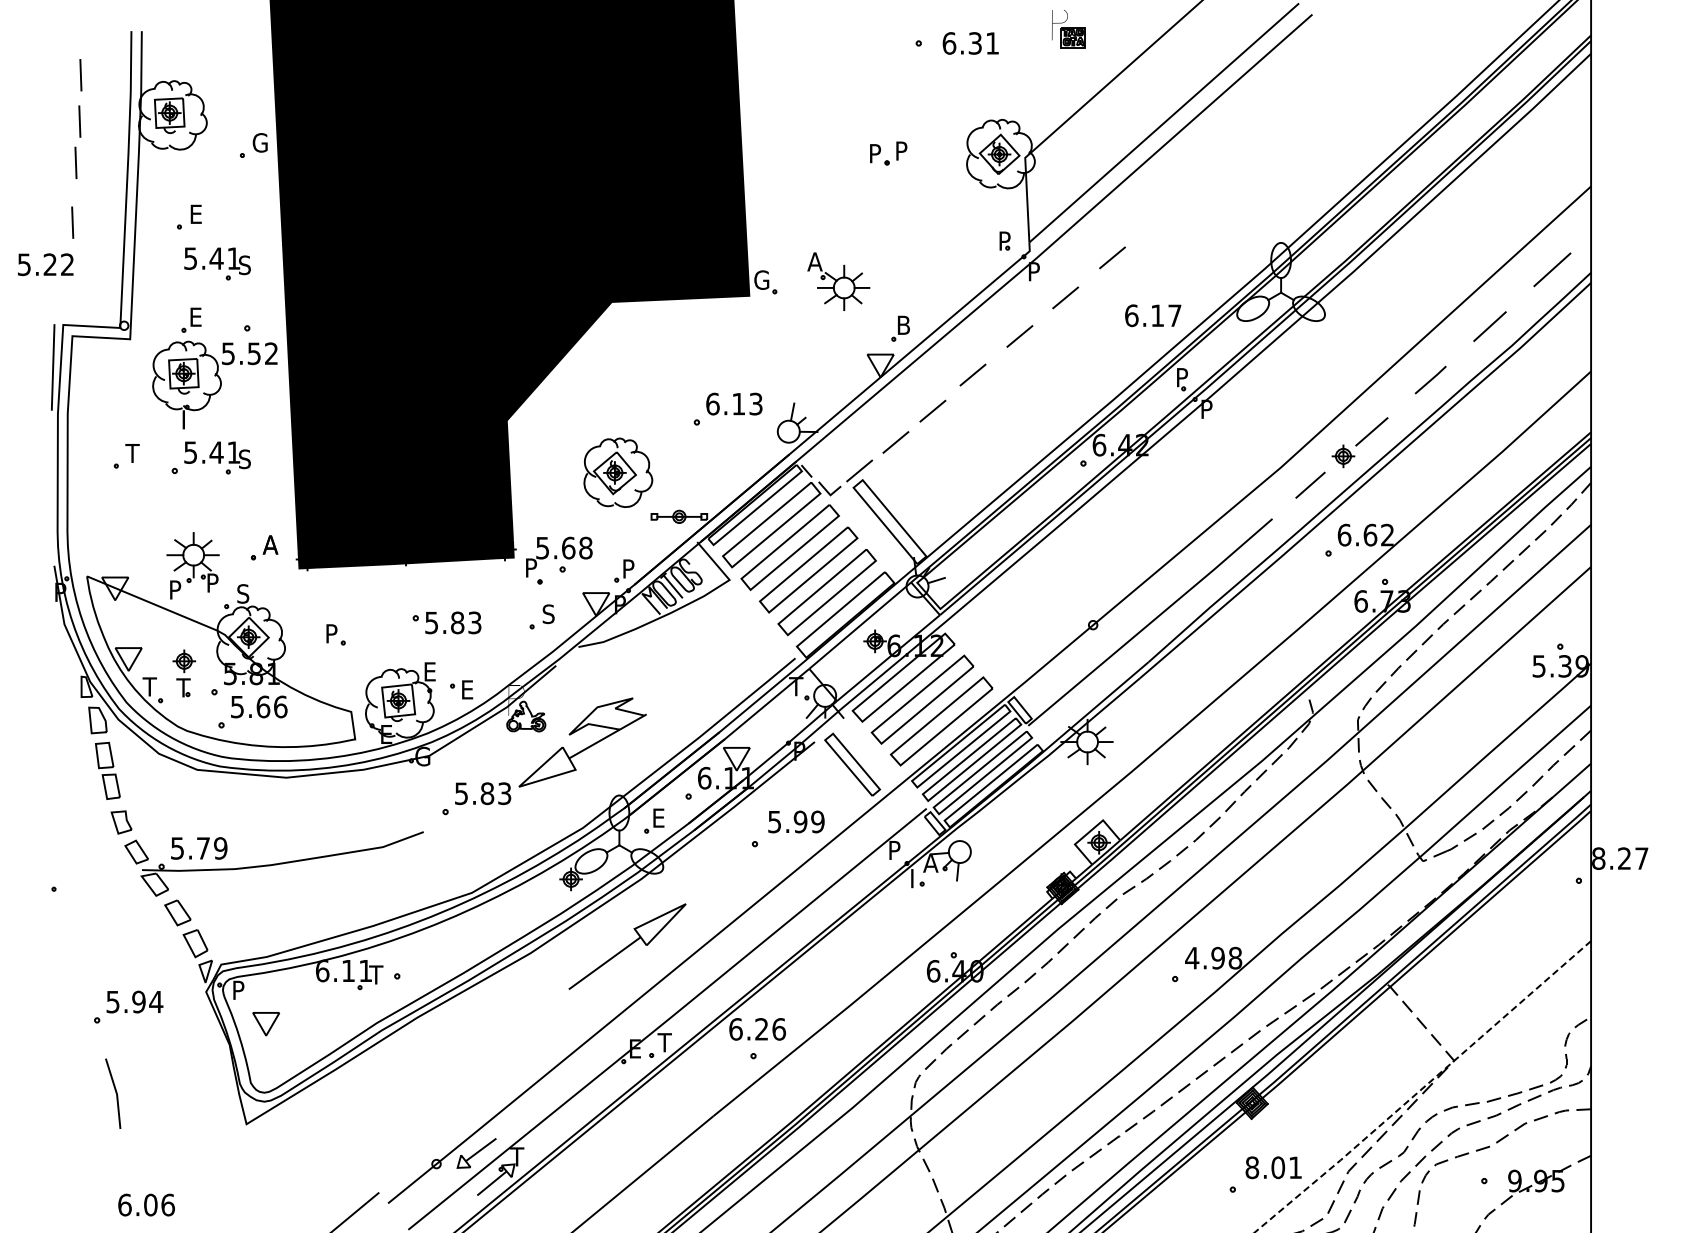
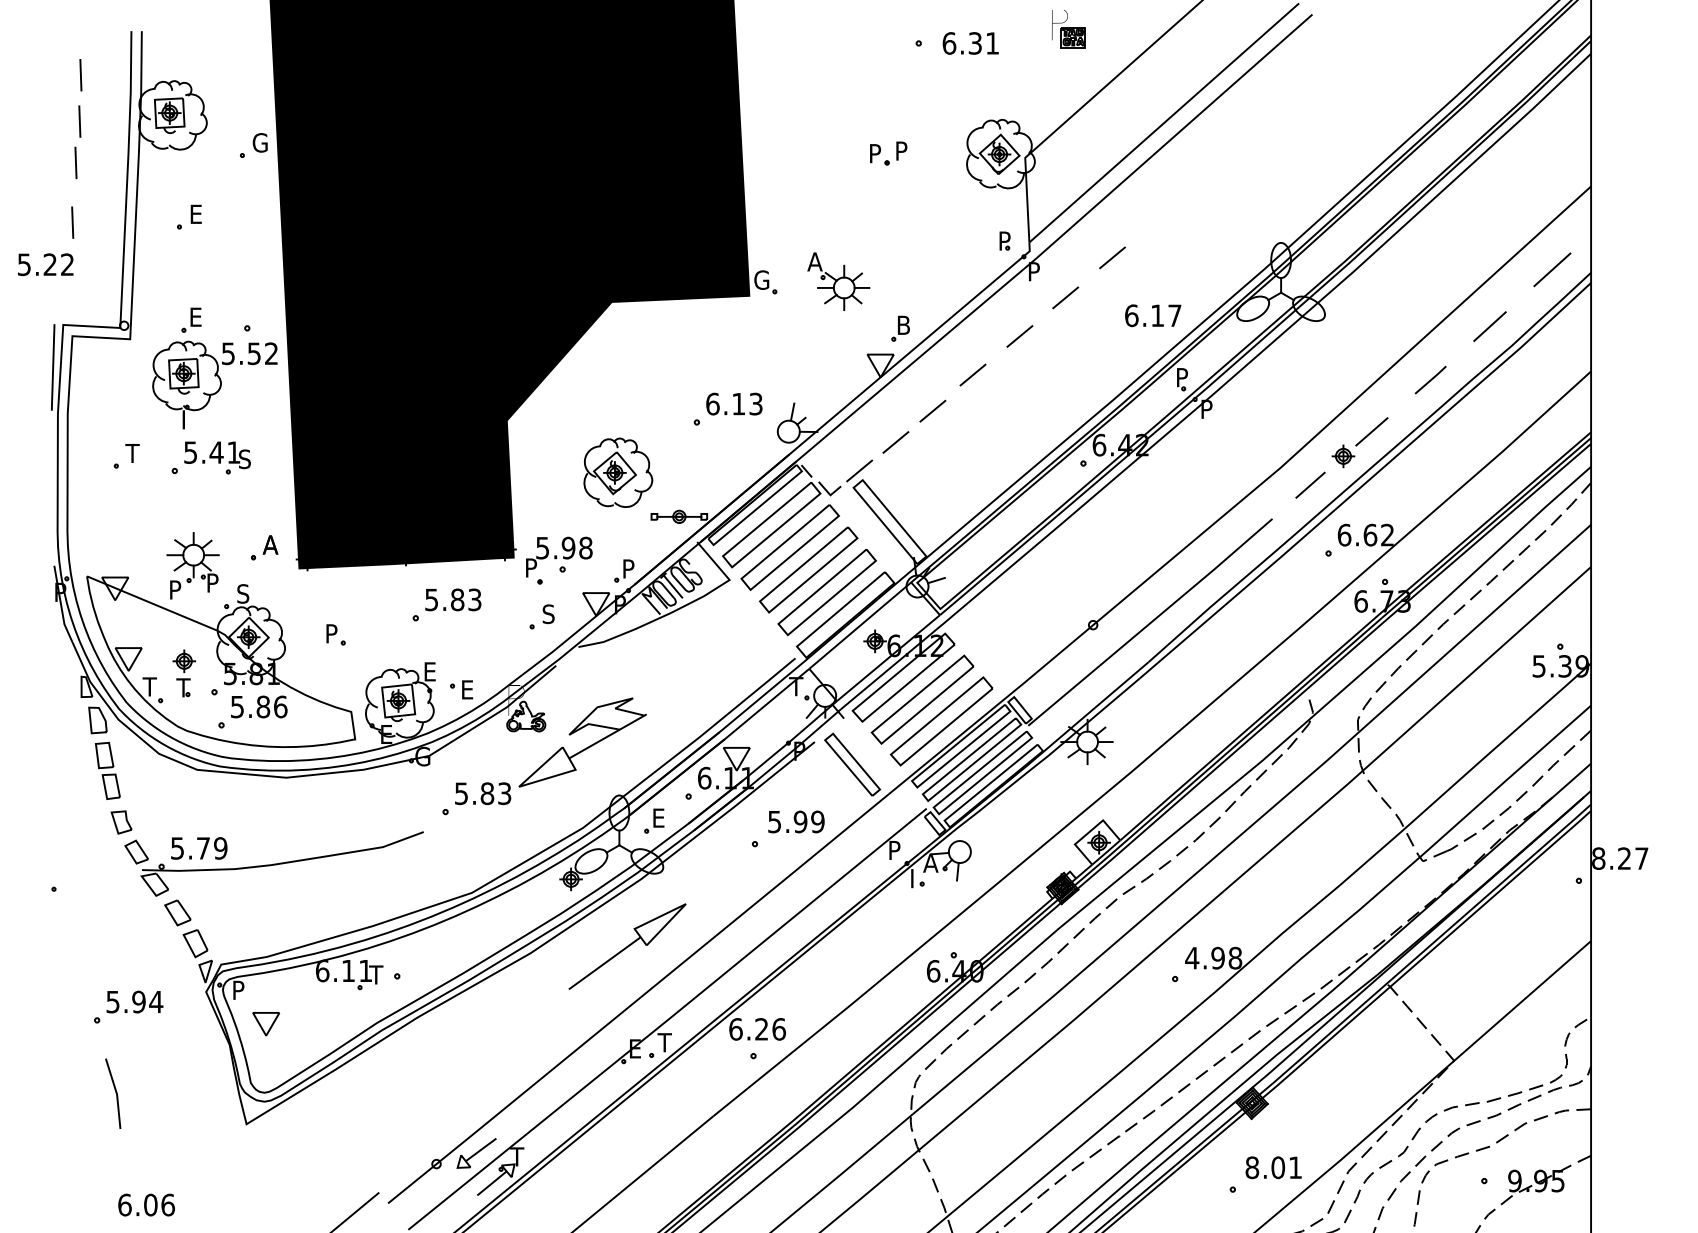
part at (217, 263): present -> none
text at (568, 547): 5.68 -> 5.98
text at (453, 622) position: (453, 622) -> (453, 599)
text at (263, 706): 5.66 -> 5.86
line at (1422, 1088): dashed -> solid
